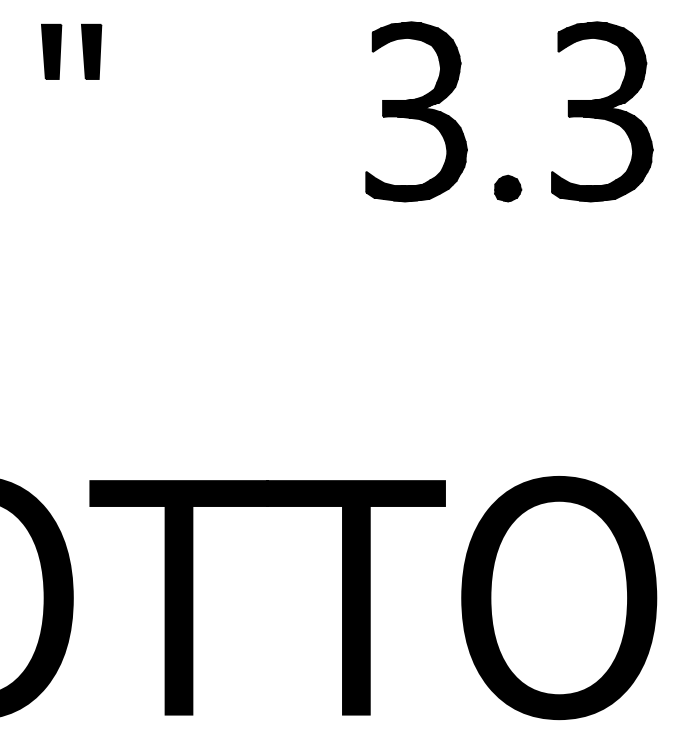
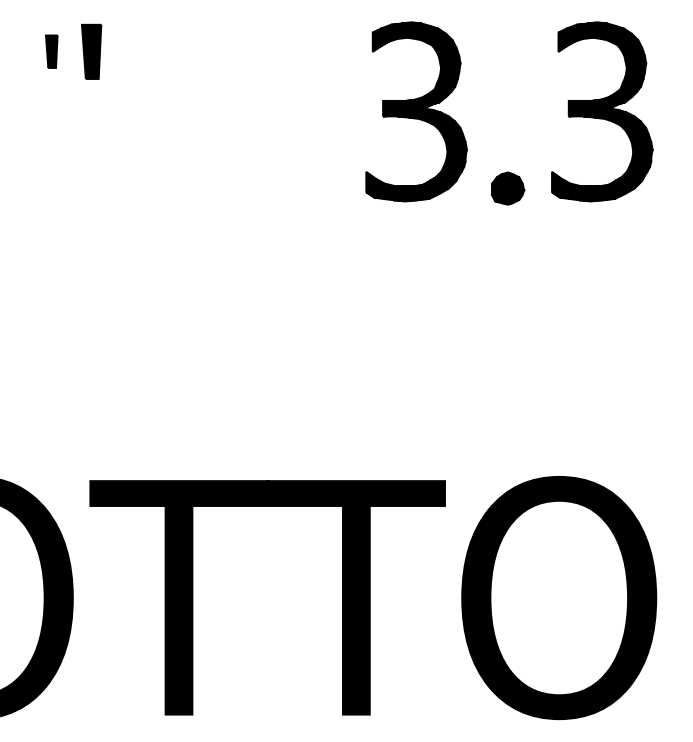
part at (51, 51) size: 22x57 px -> 14x35 px
part at (508, 188) size: 29x29 px -> 36x35 px
